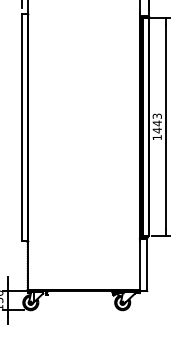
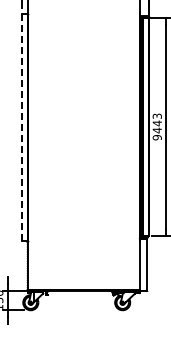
line at (21, 127): solid -> dashed
text at (156, 137): 1443 -> 9443
